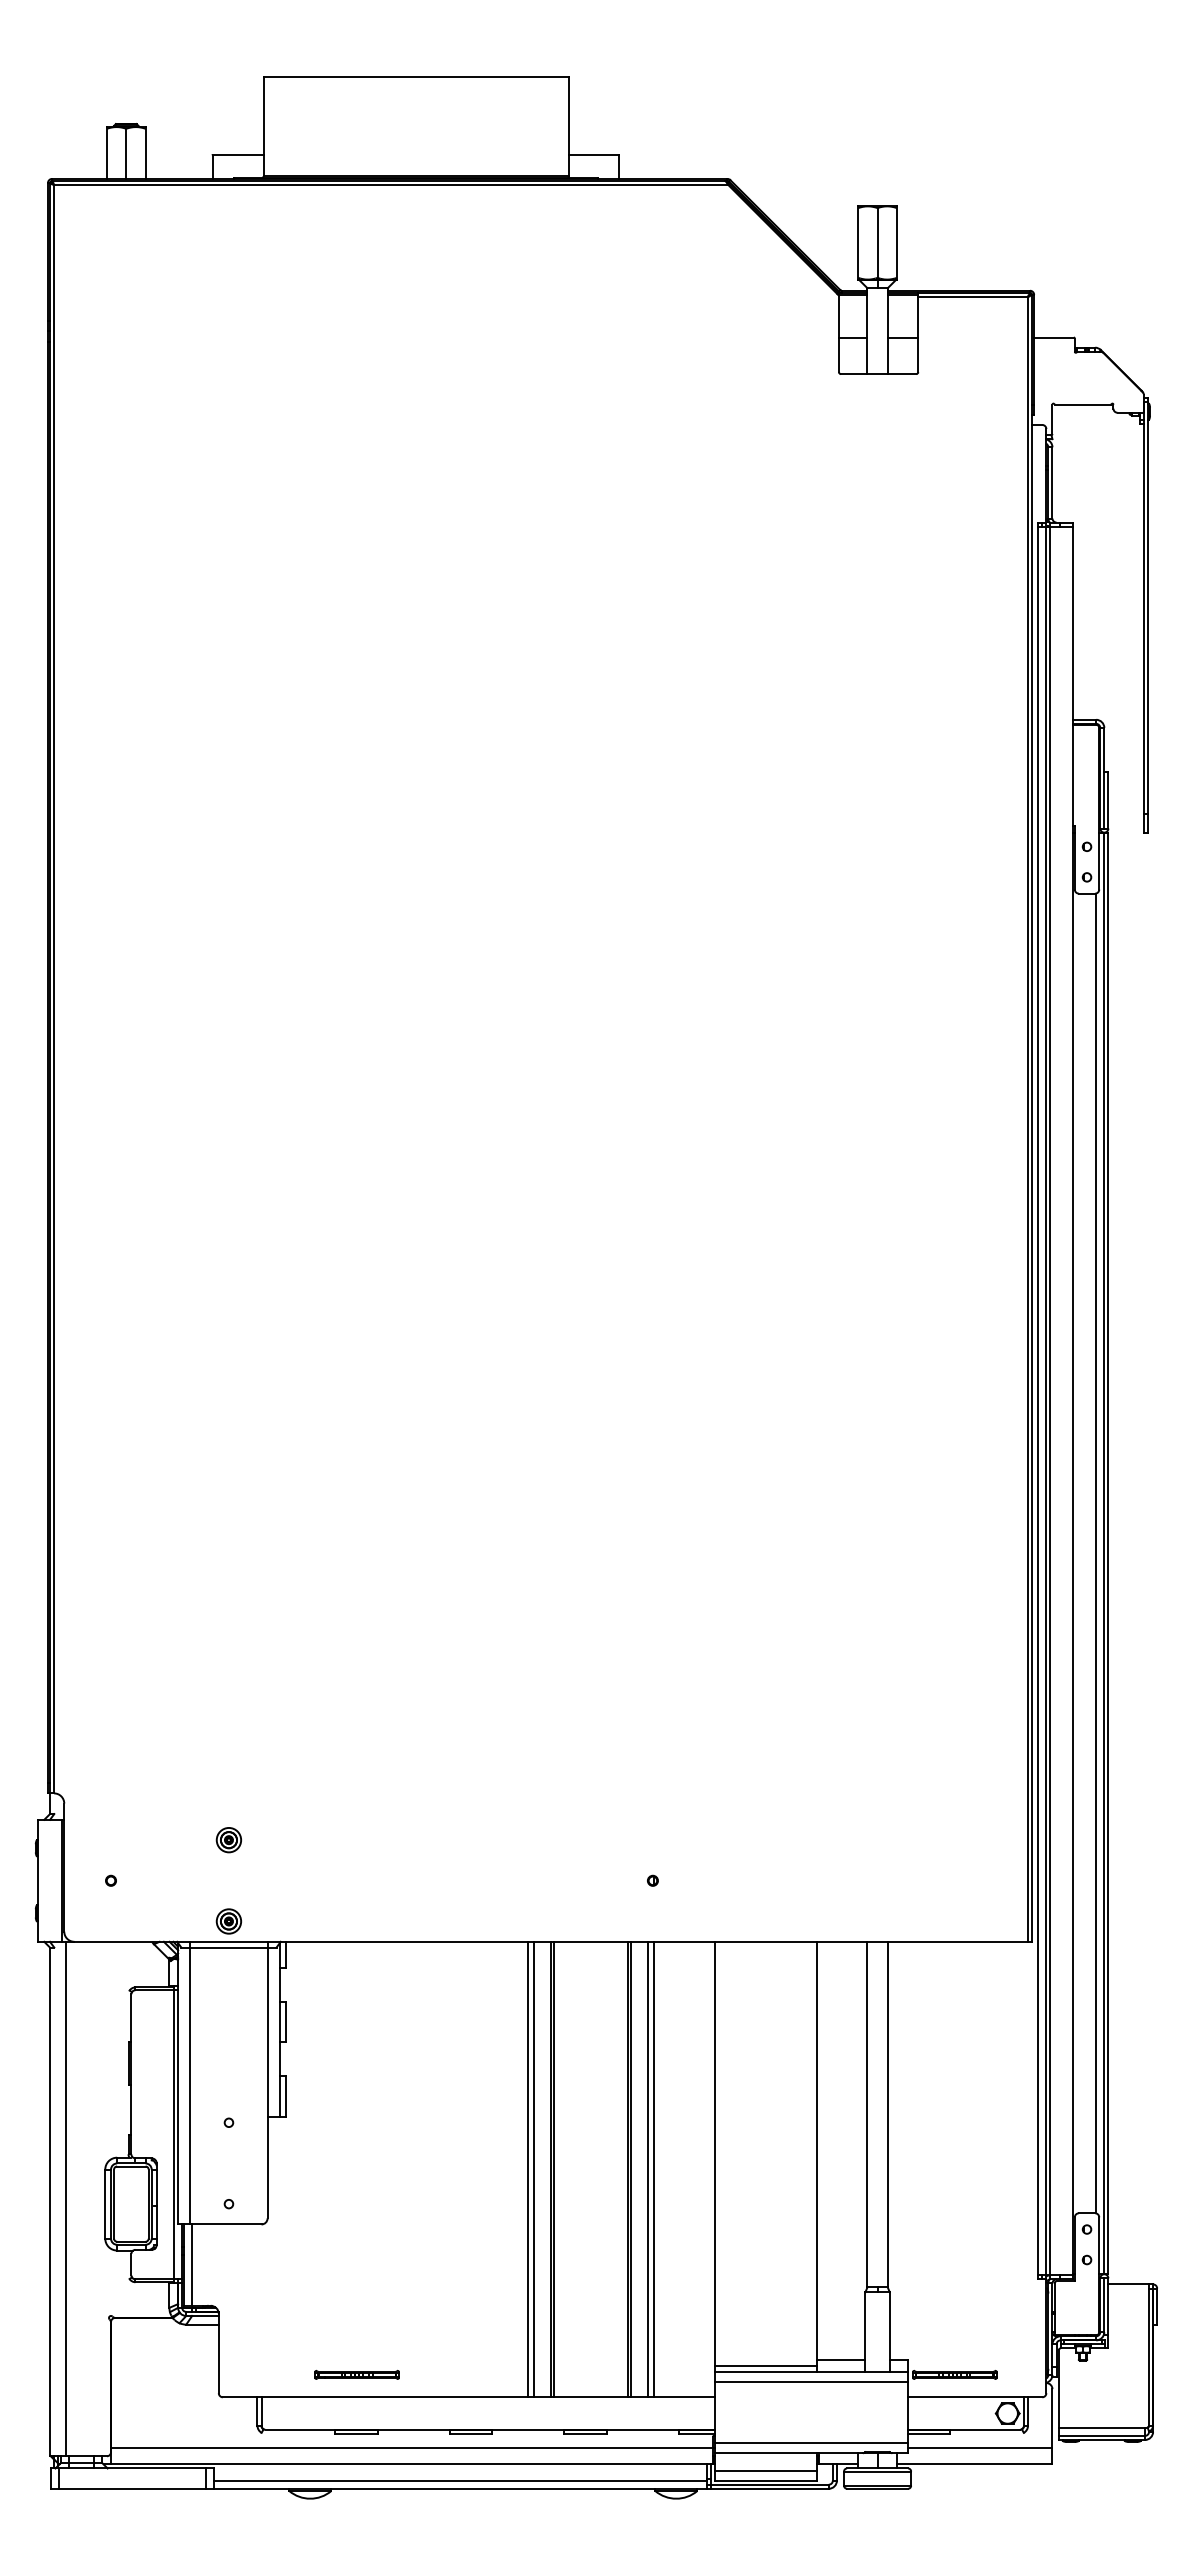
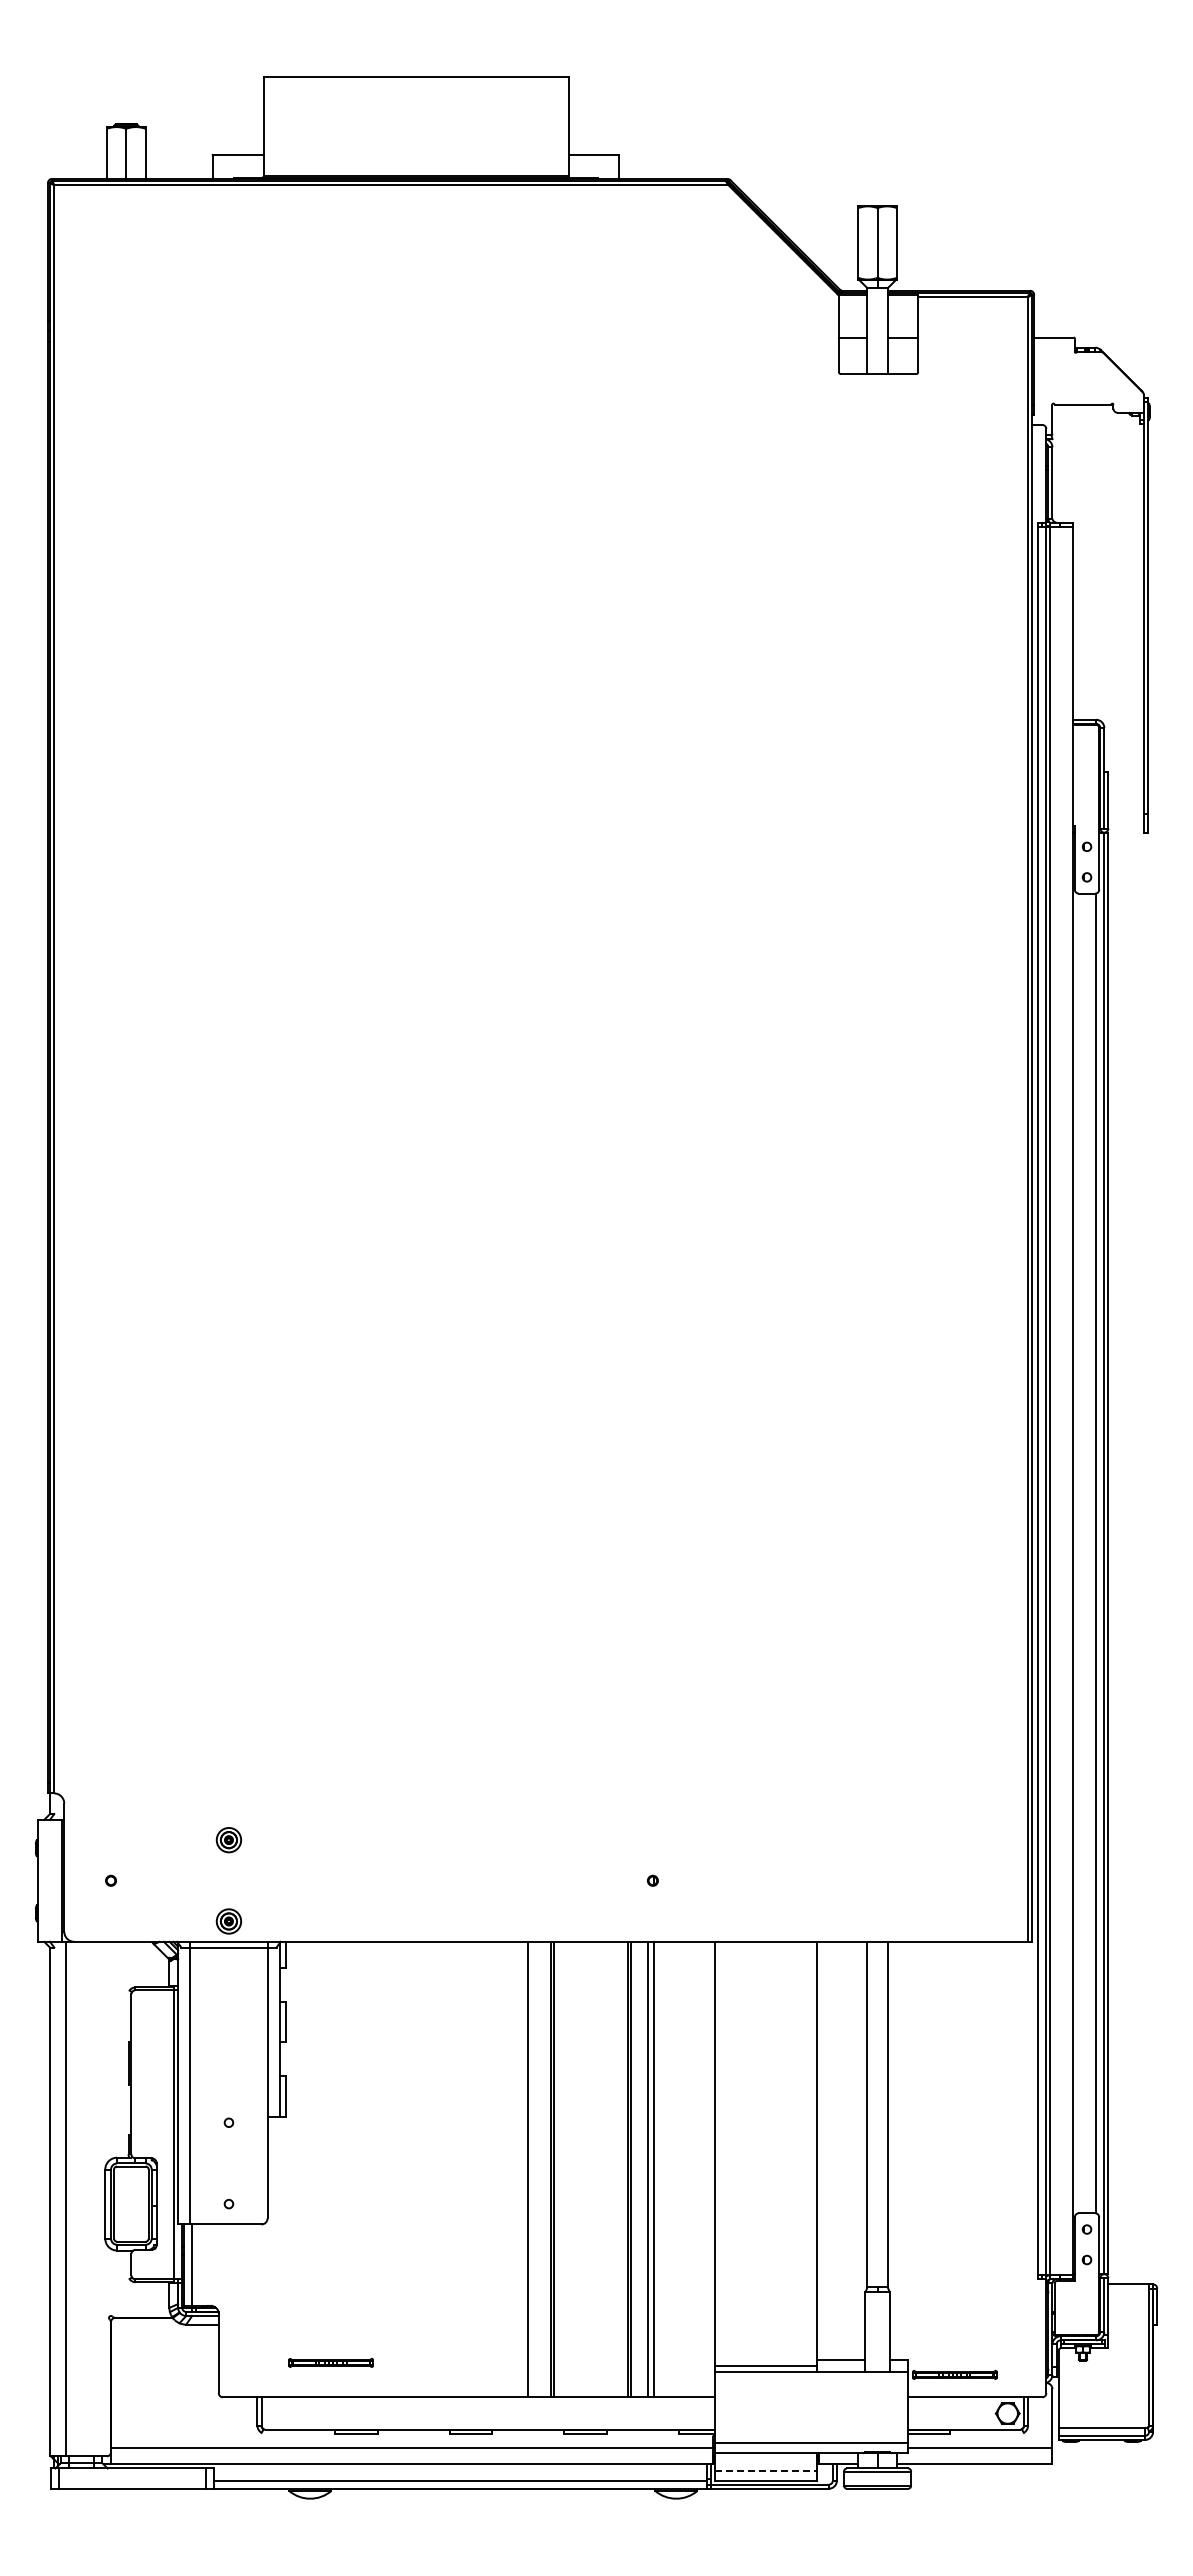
line at (533, 2169): present -> none
part at (356, 2374) position: (356, 2374) -> (330, 2362)
line at (811, 2382): present -> none
line at (765, 2471): solid -> dashed
